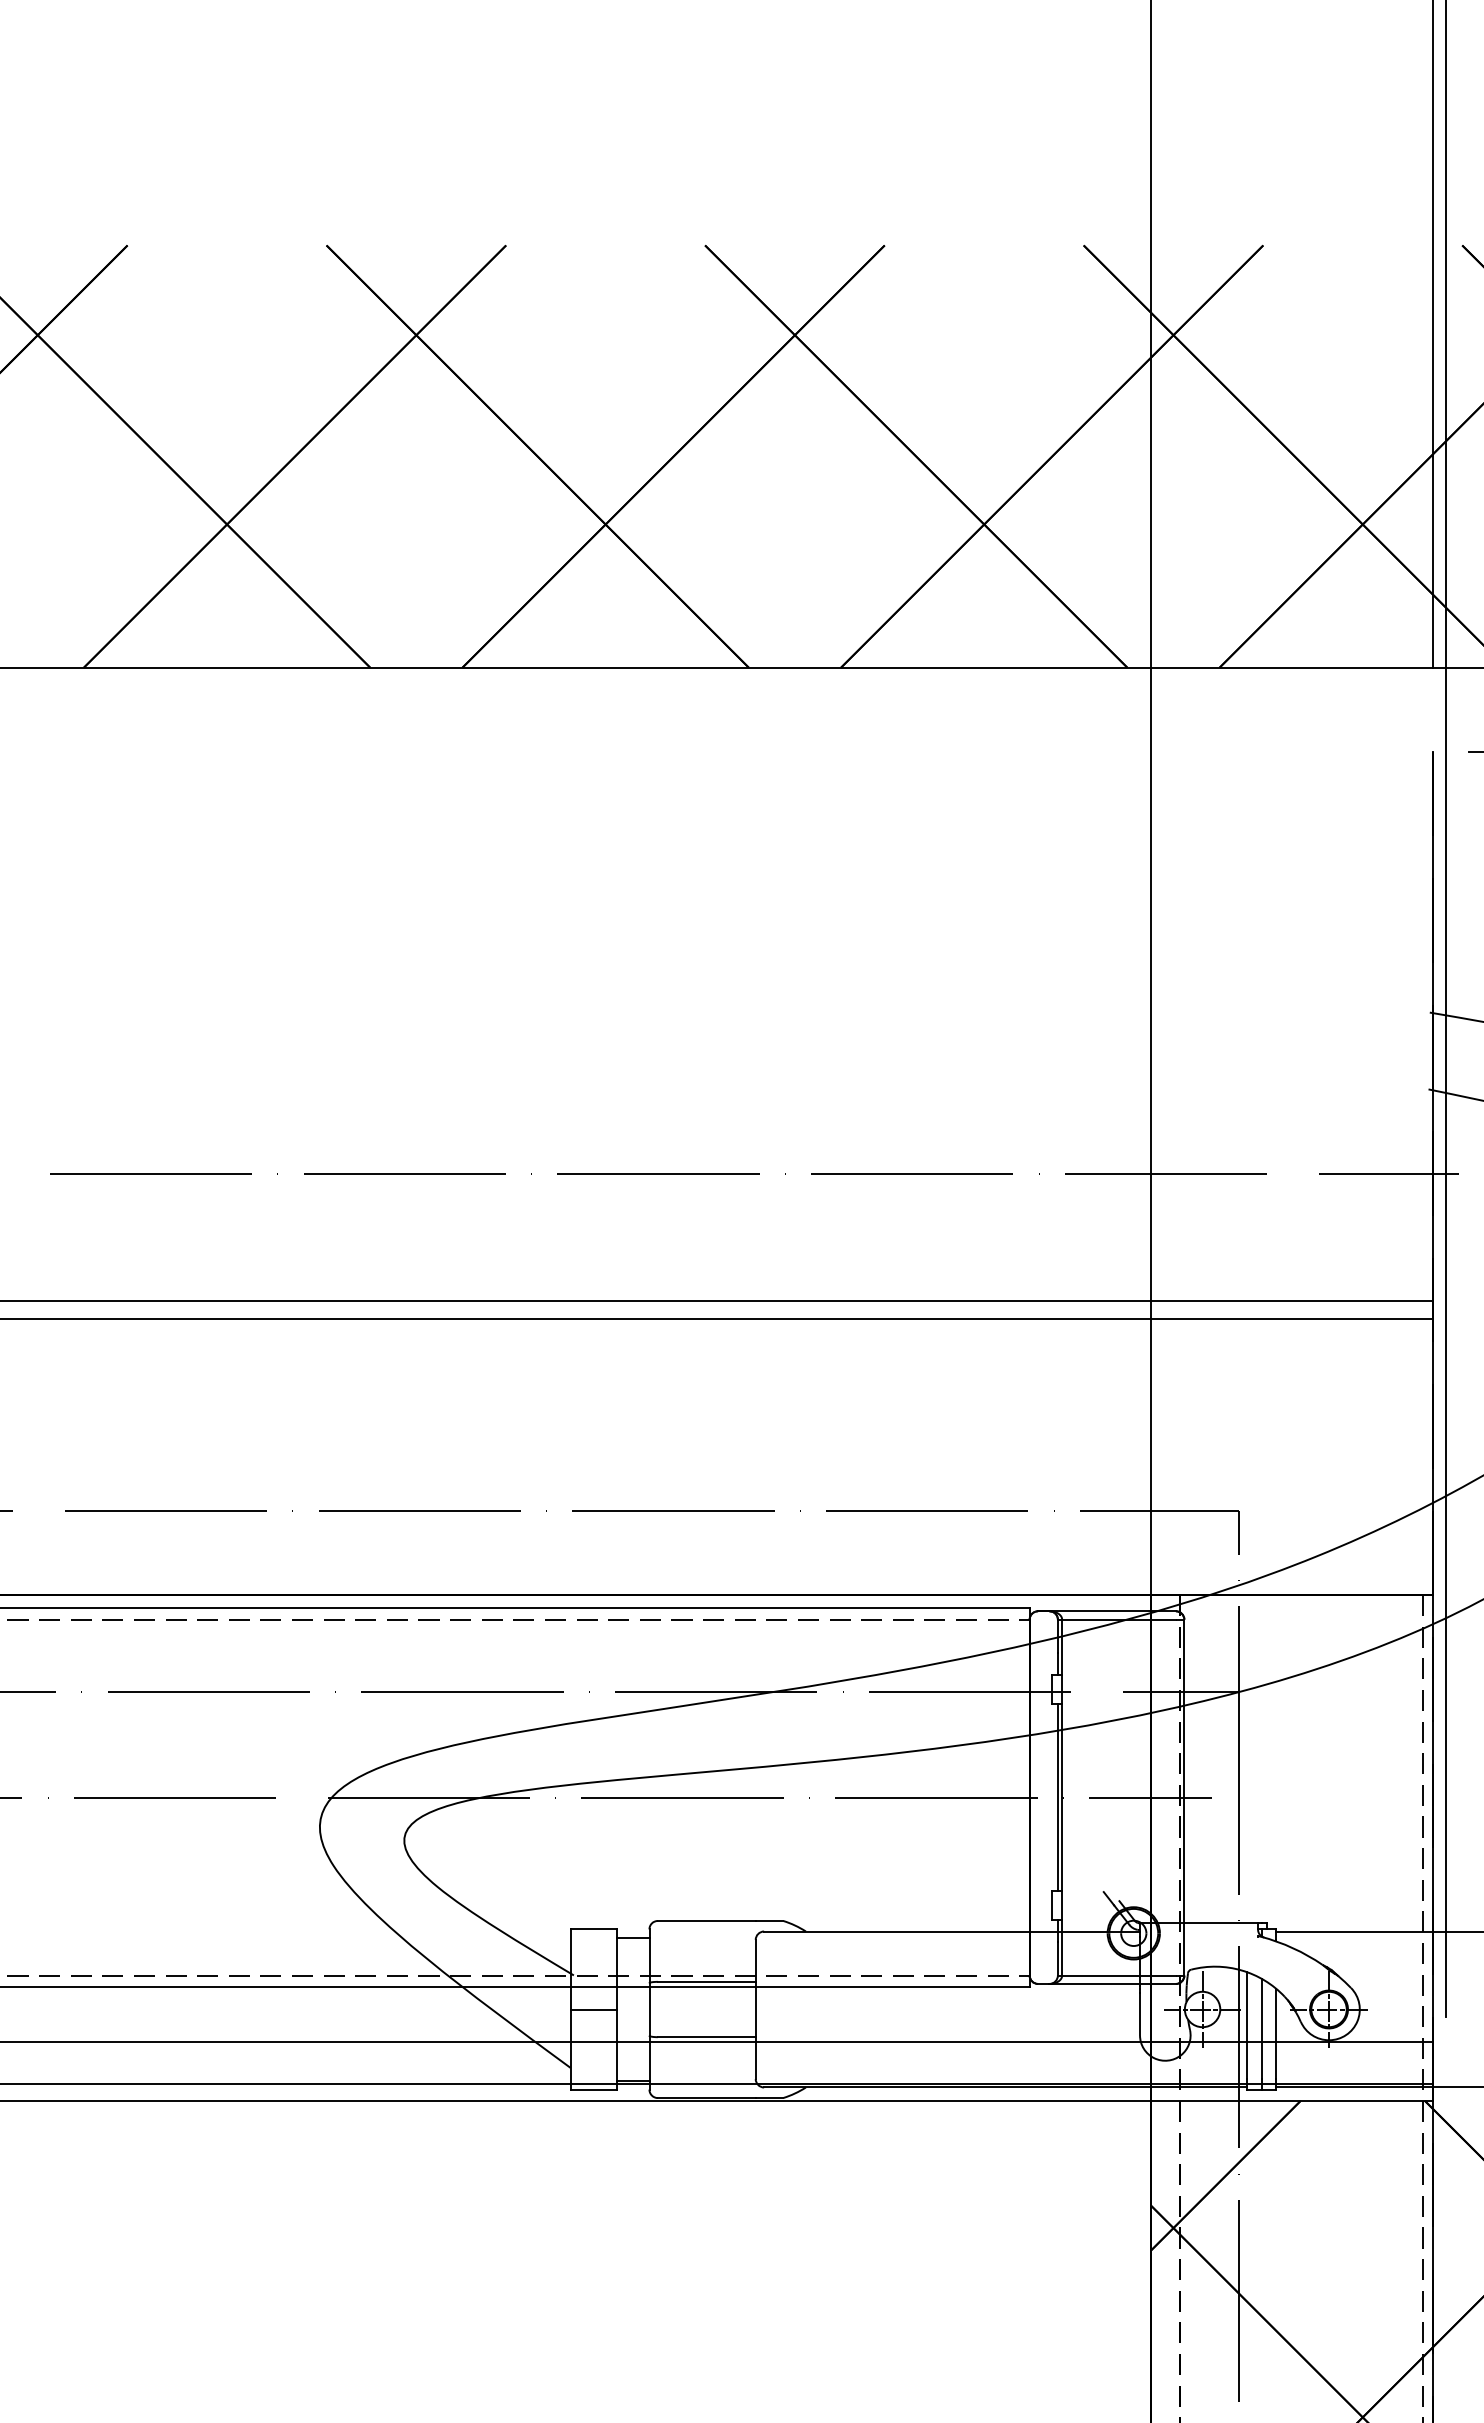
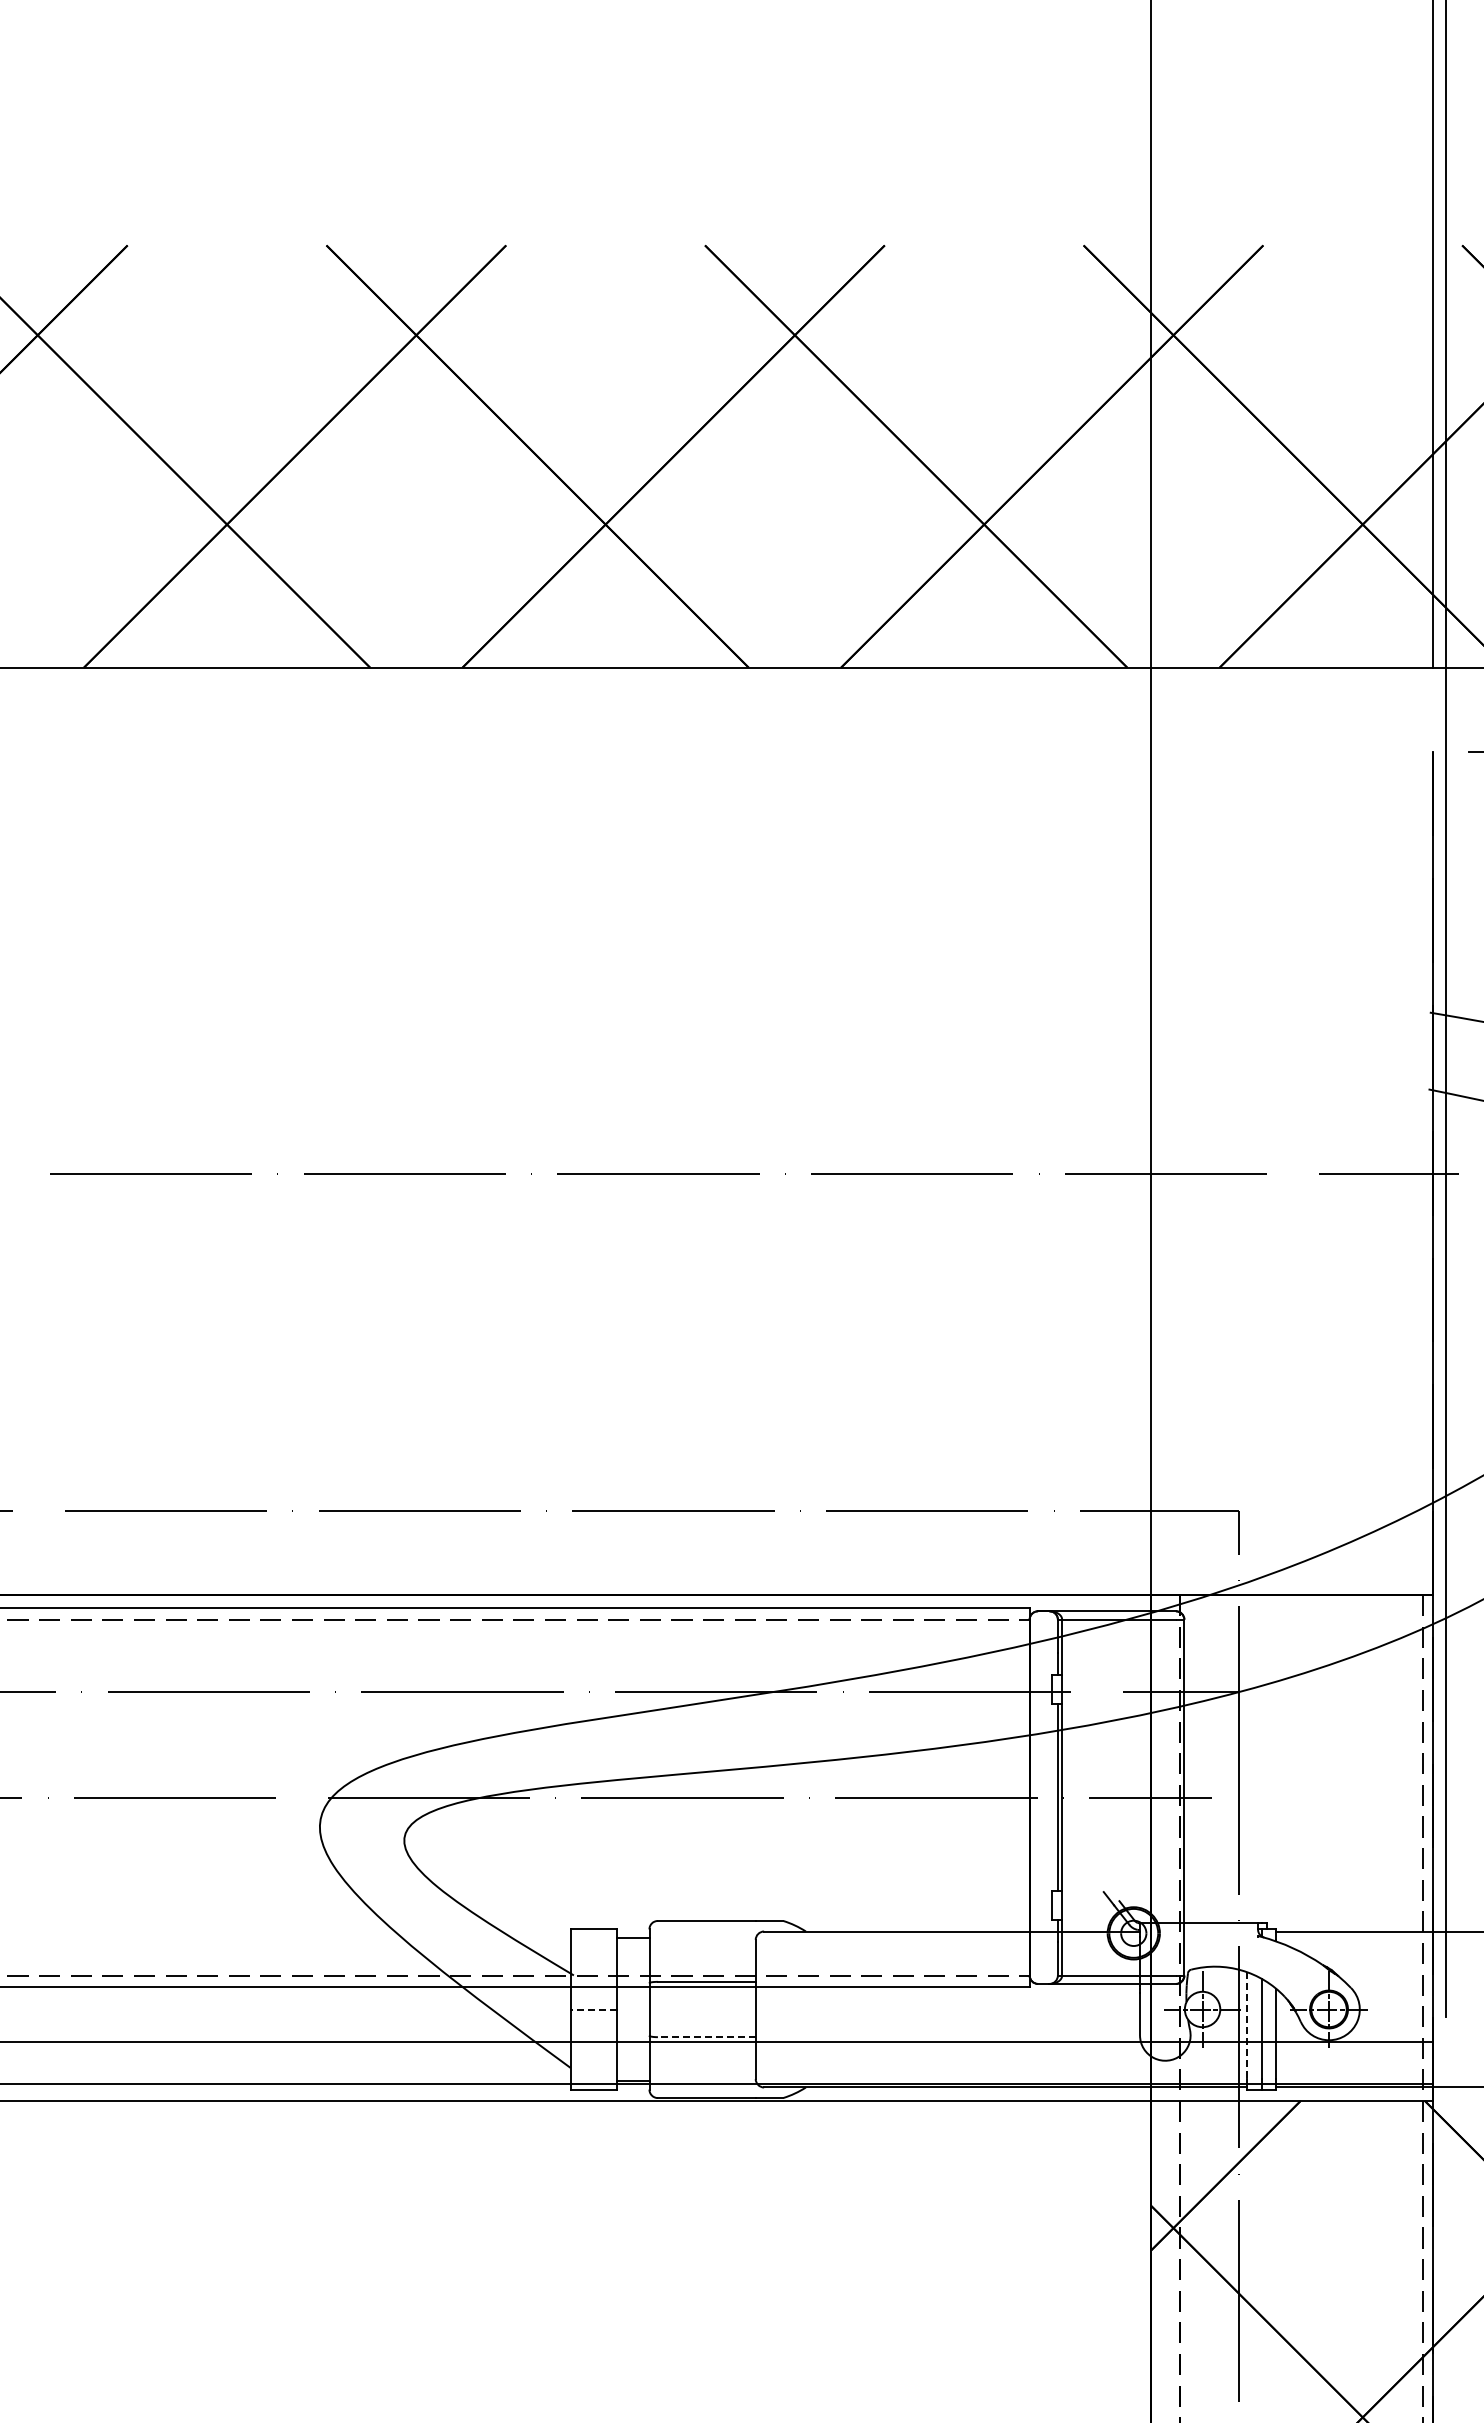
line at (717, 1301): present -> none
line at (717, 1319): present -> none
line at (593, 2009): solid -> dashed
line at (1247, 2026): solid -> dashed
line at (706, 2037): solid -> dashed
